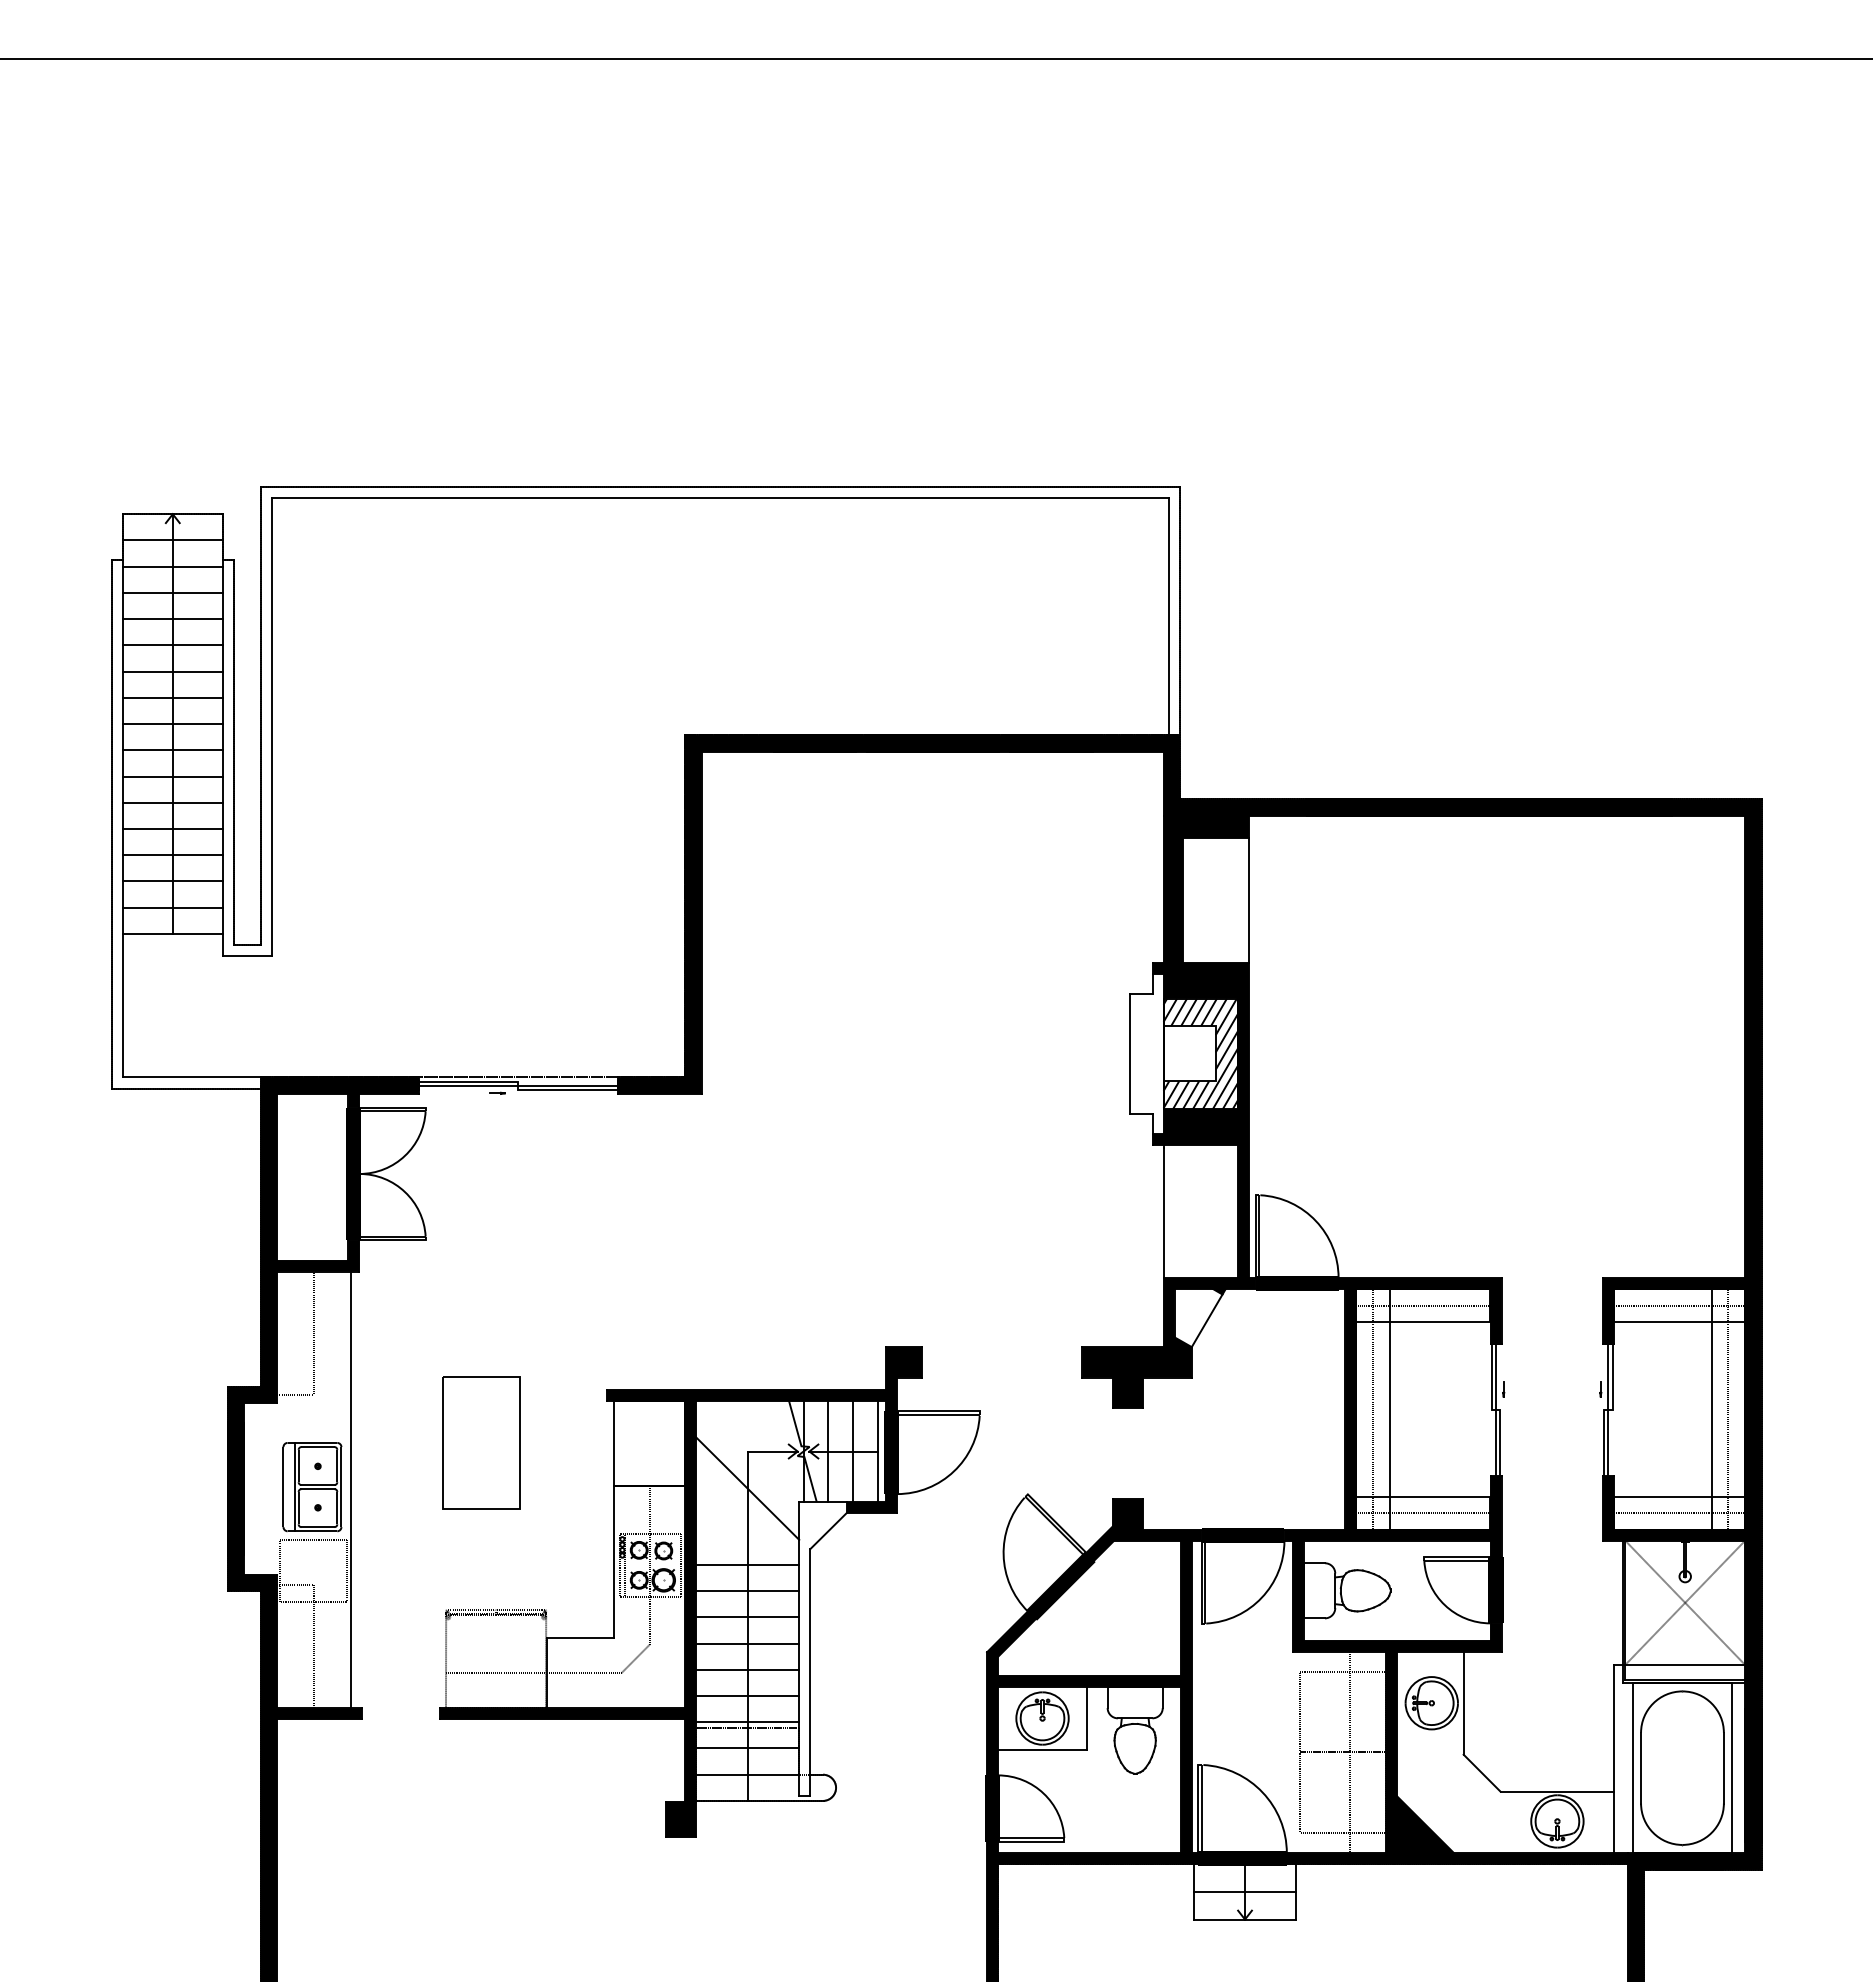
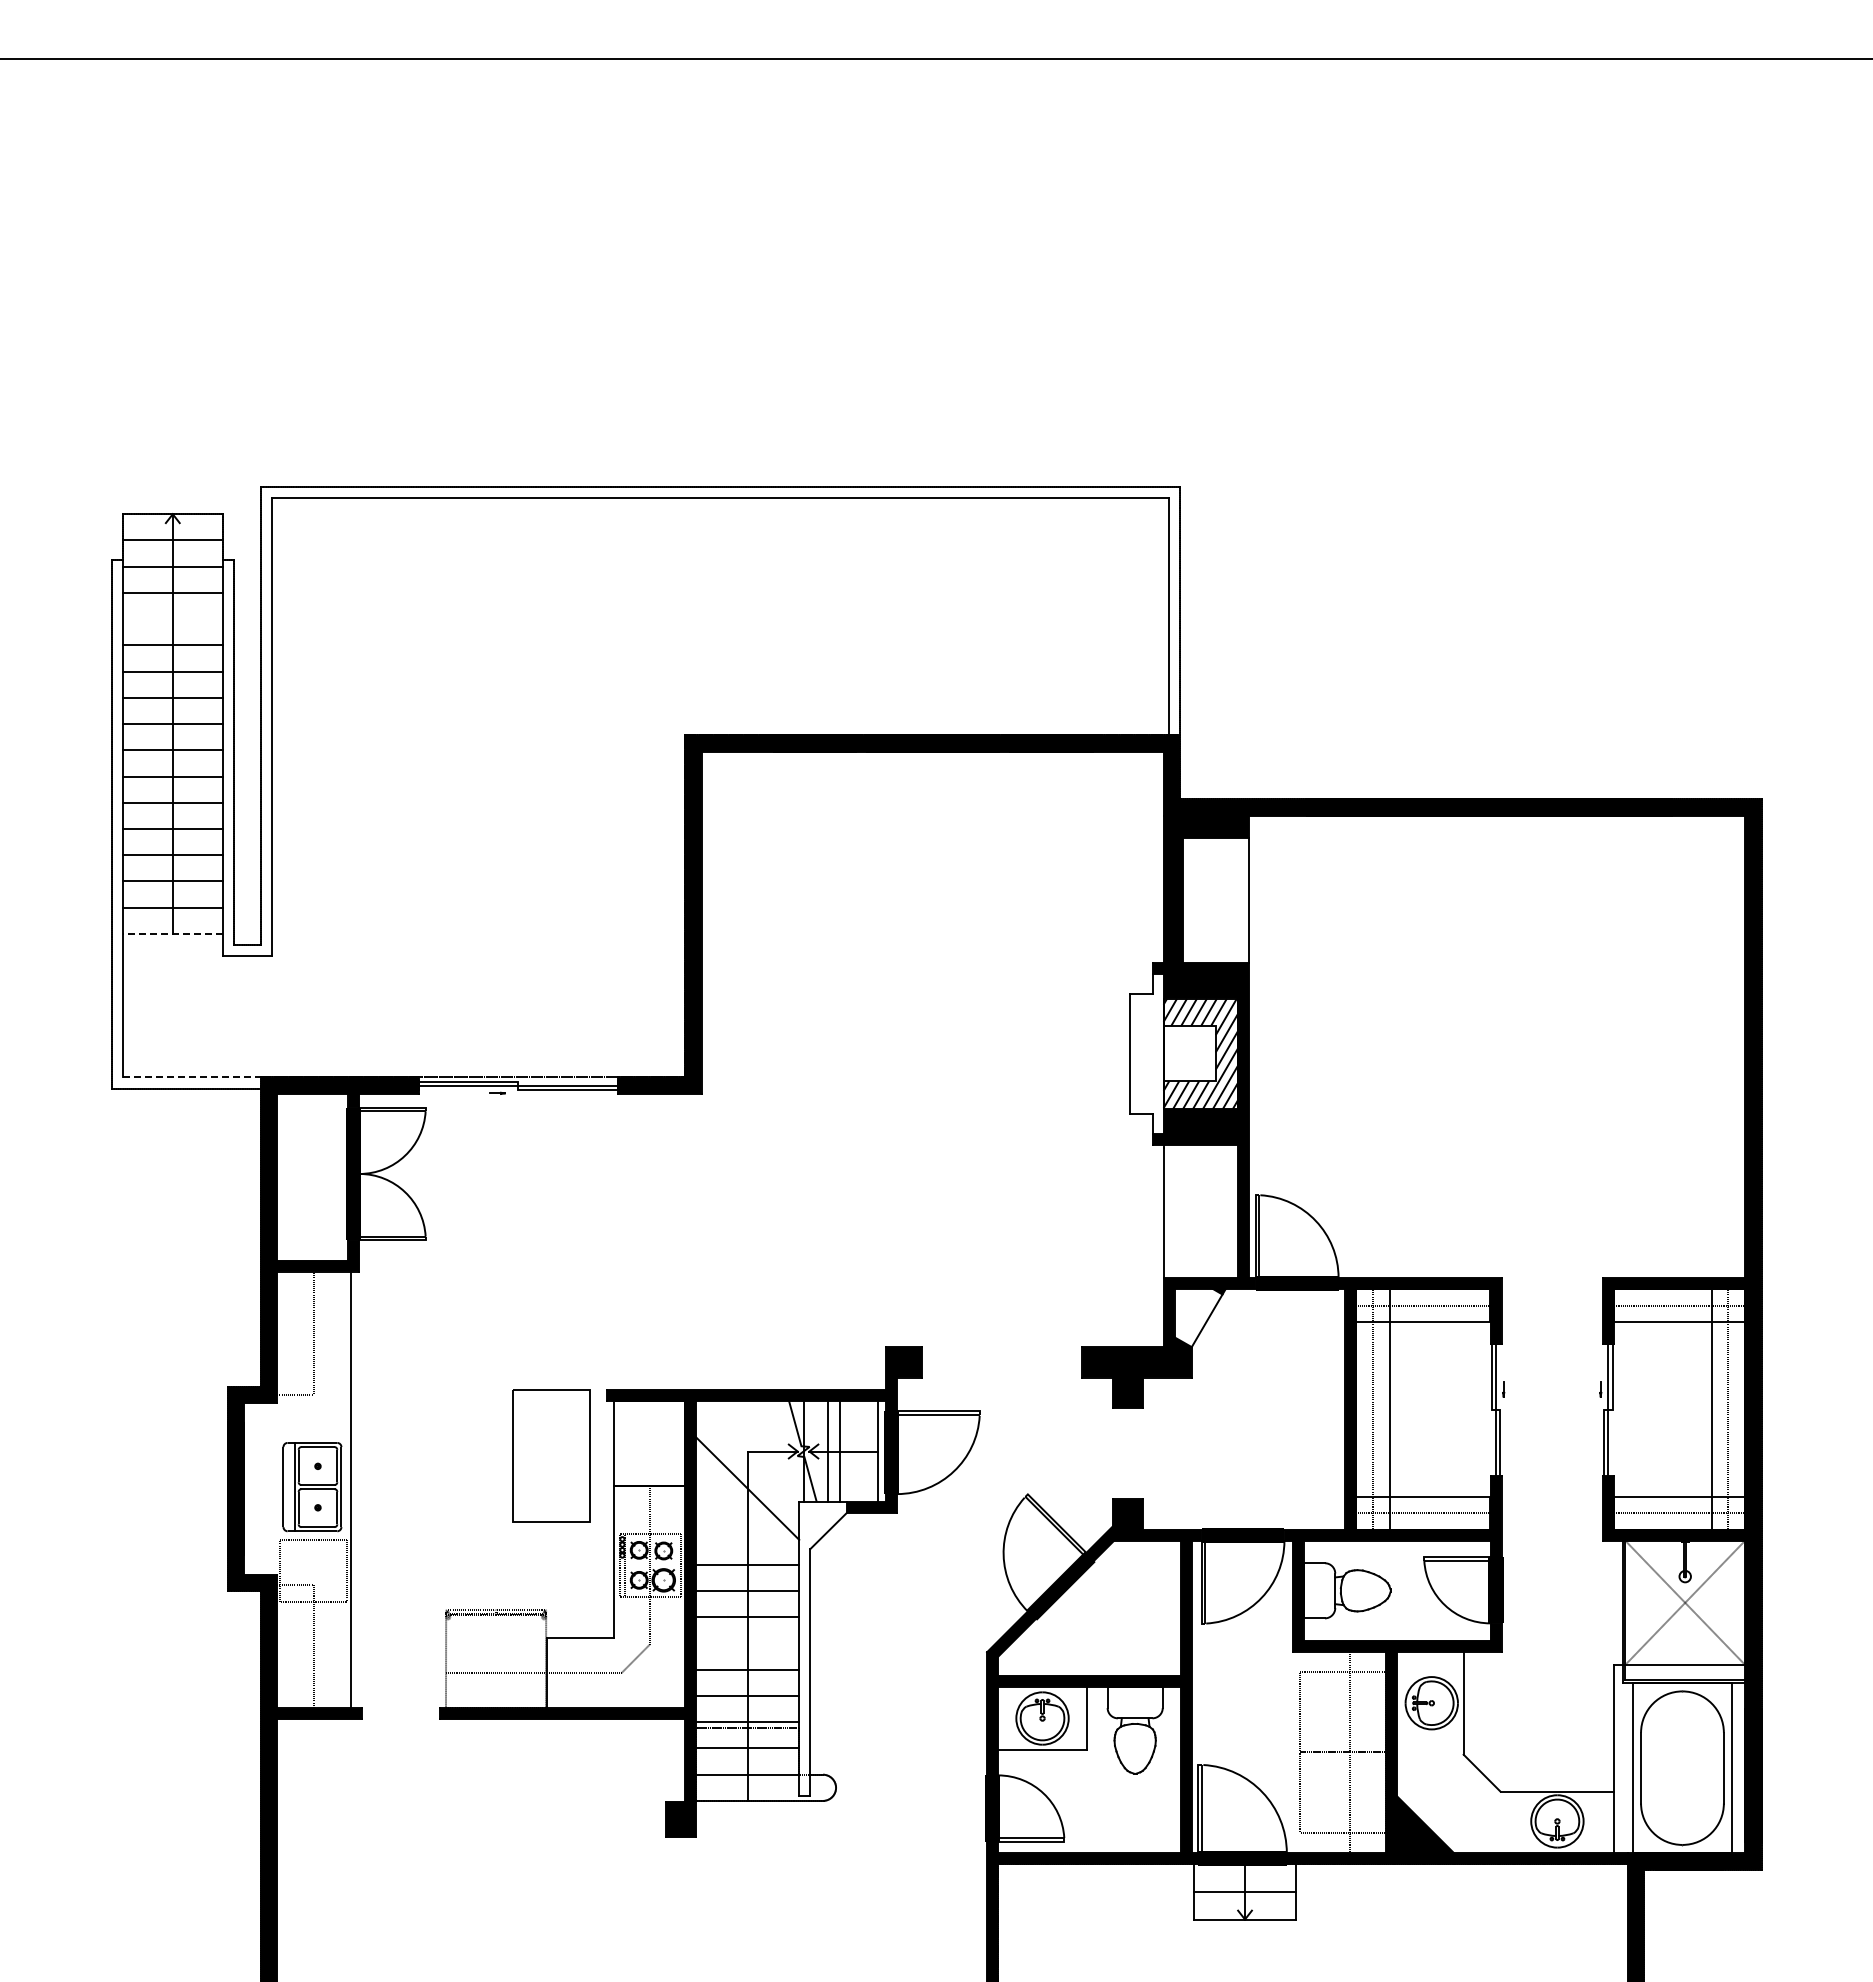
line at (172, 619): present -> none
line at (172, 933): solid -> dashed
line at (191, 1077): solid -> dashed
part at (481, 1442) position: (481, 1442) -> (551, 1455)
line at (853, 1451) position: (853, 1451) -> (840, 1451)
line at (747, 1643): present -> none
